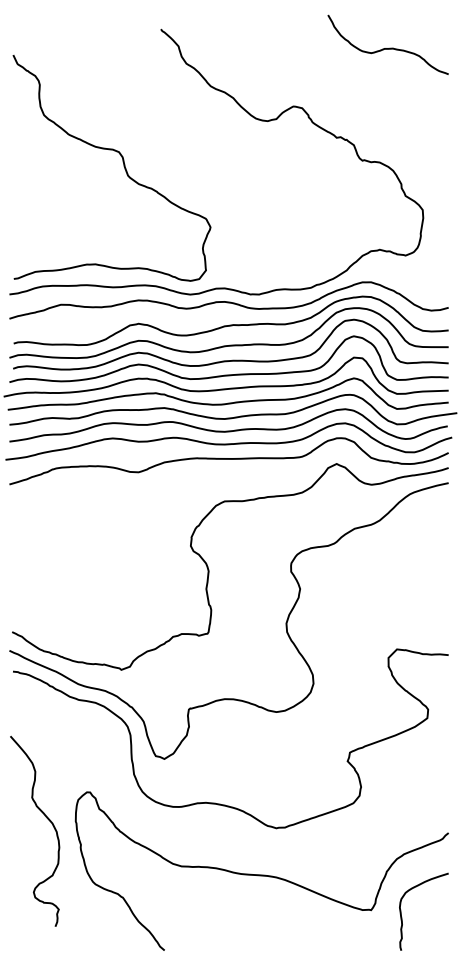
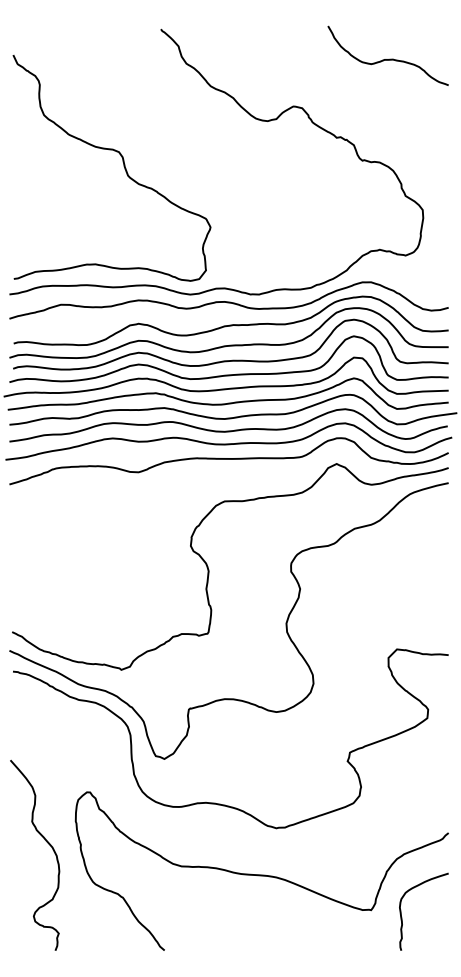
curve at (389, 47) position: (389, 47) -> (389, 58)
curve at (46, 818) position: (46, 818) -> (46, 842)
